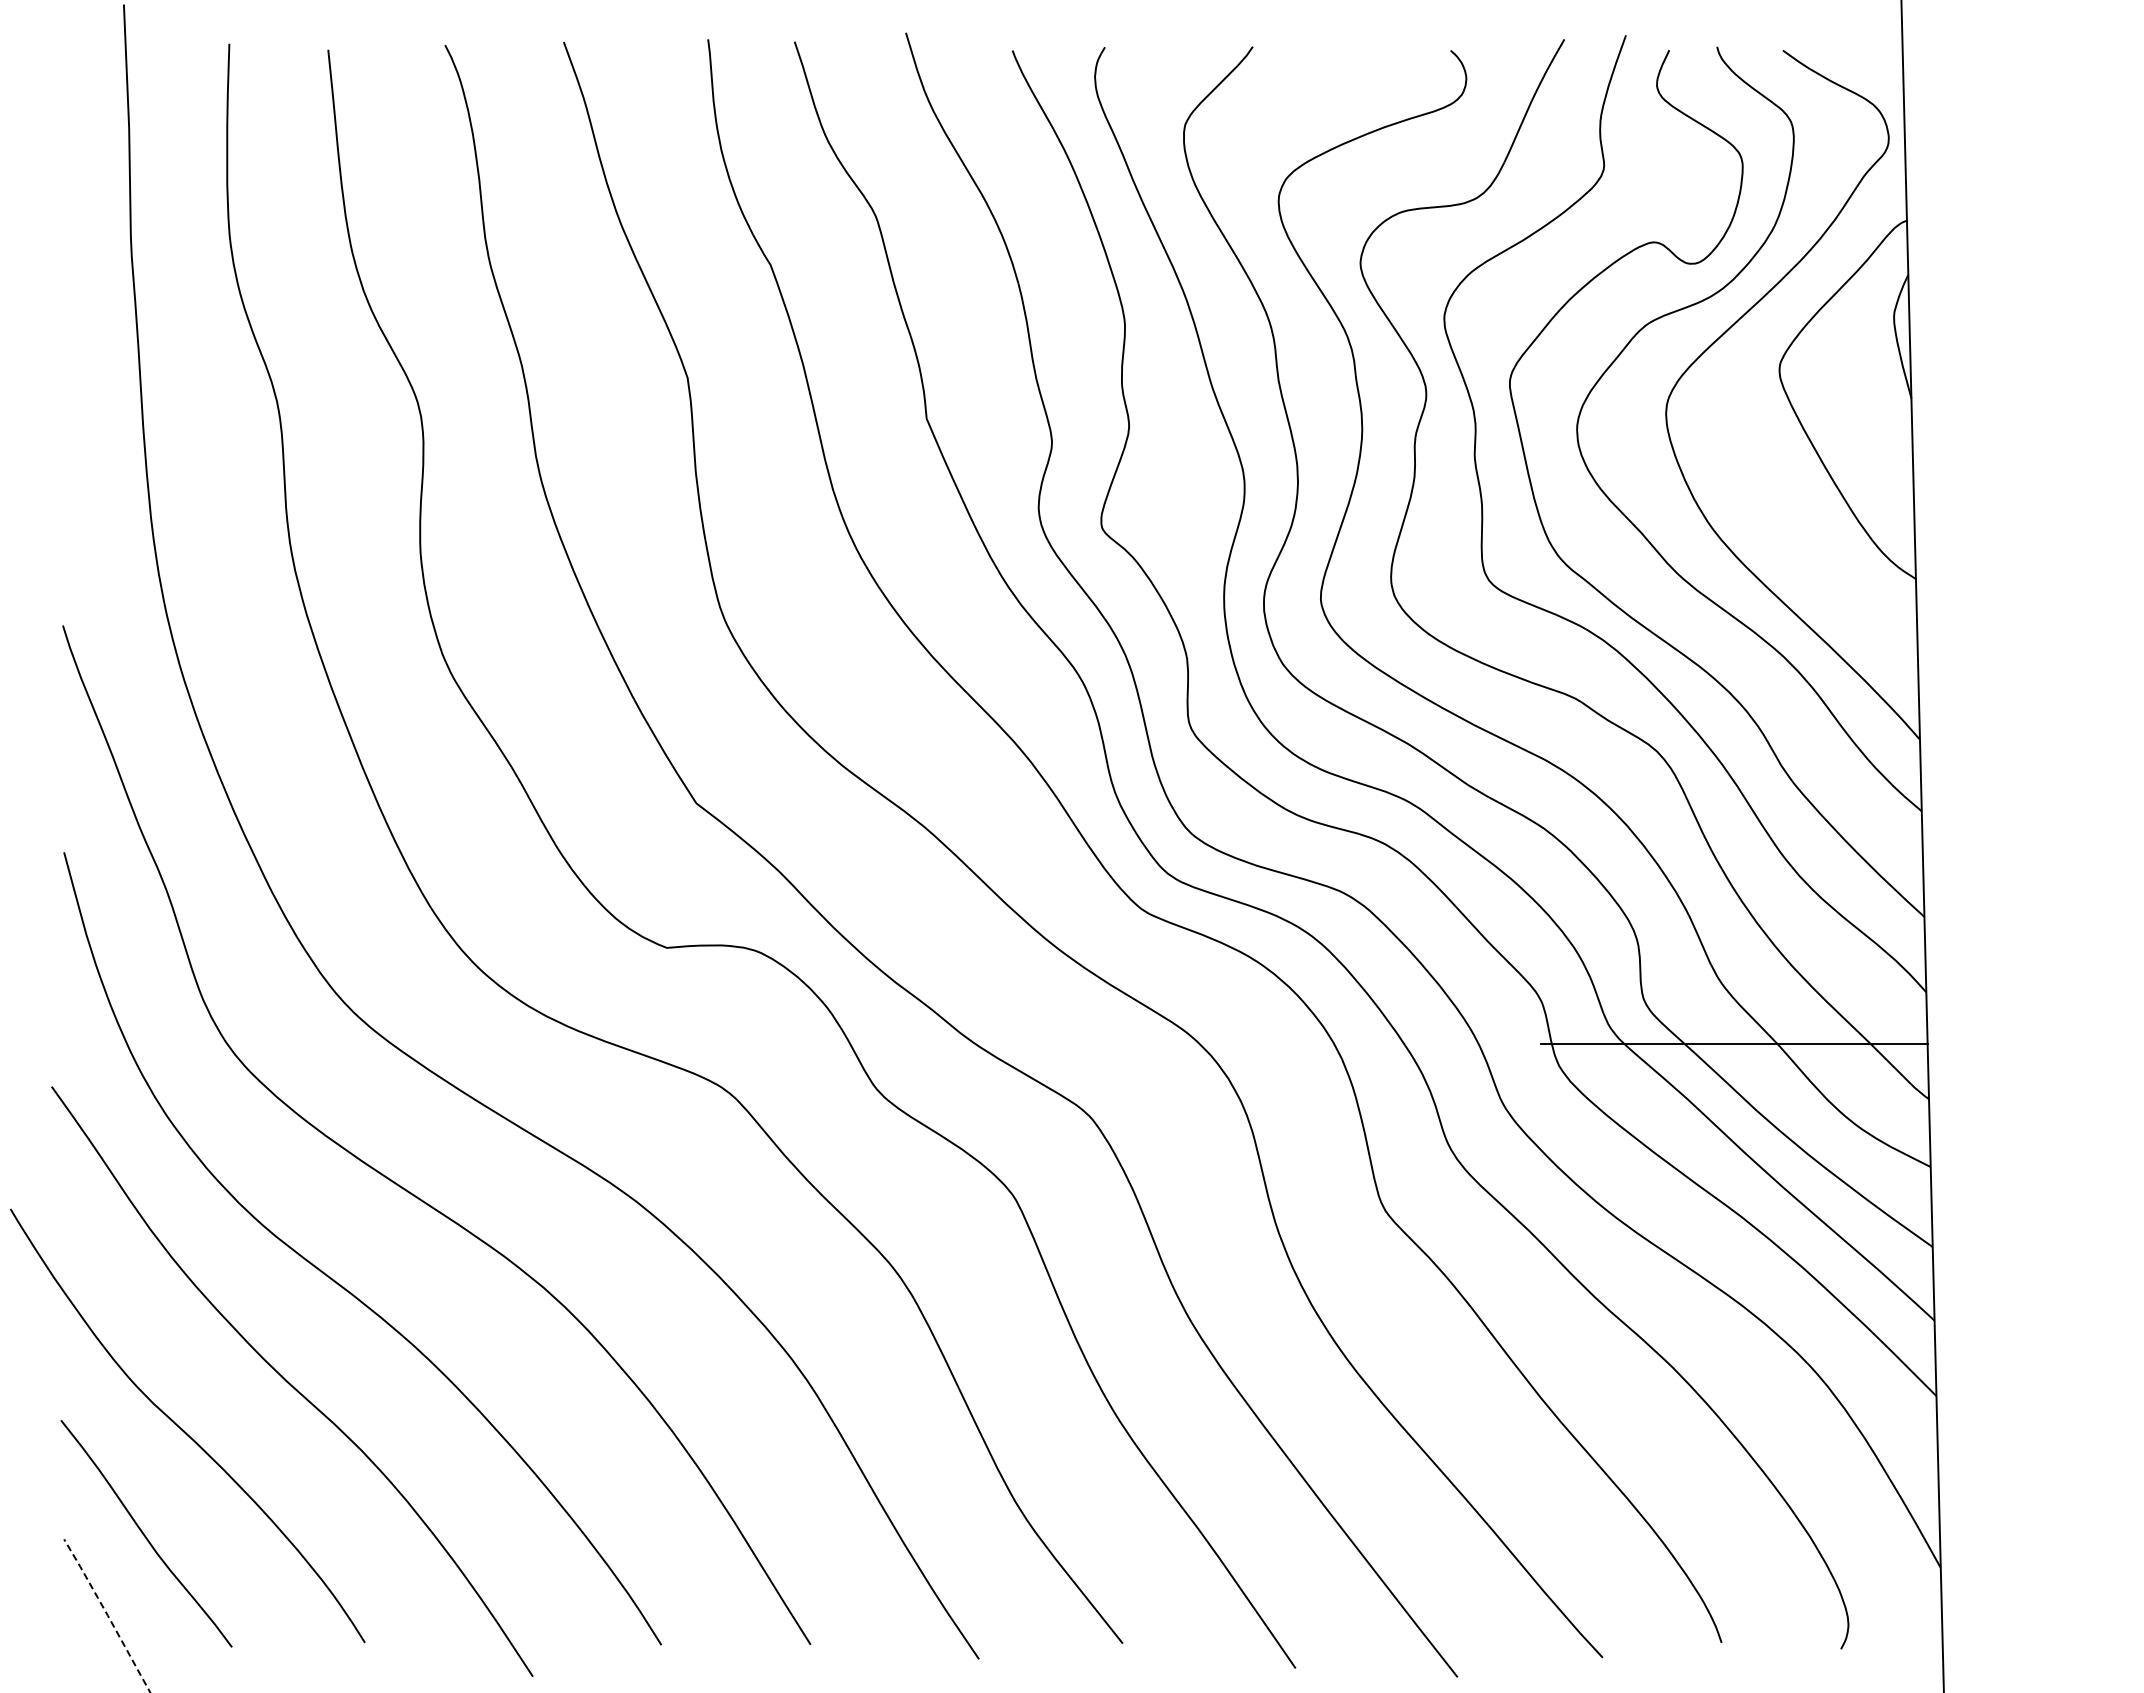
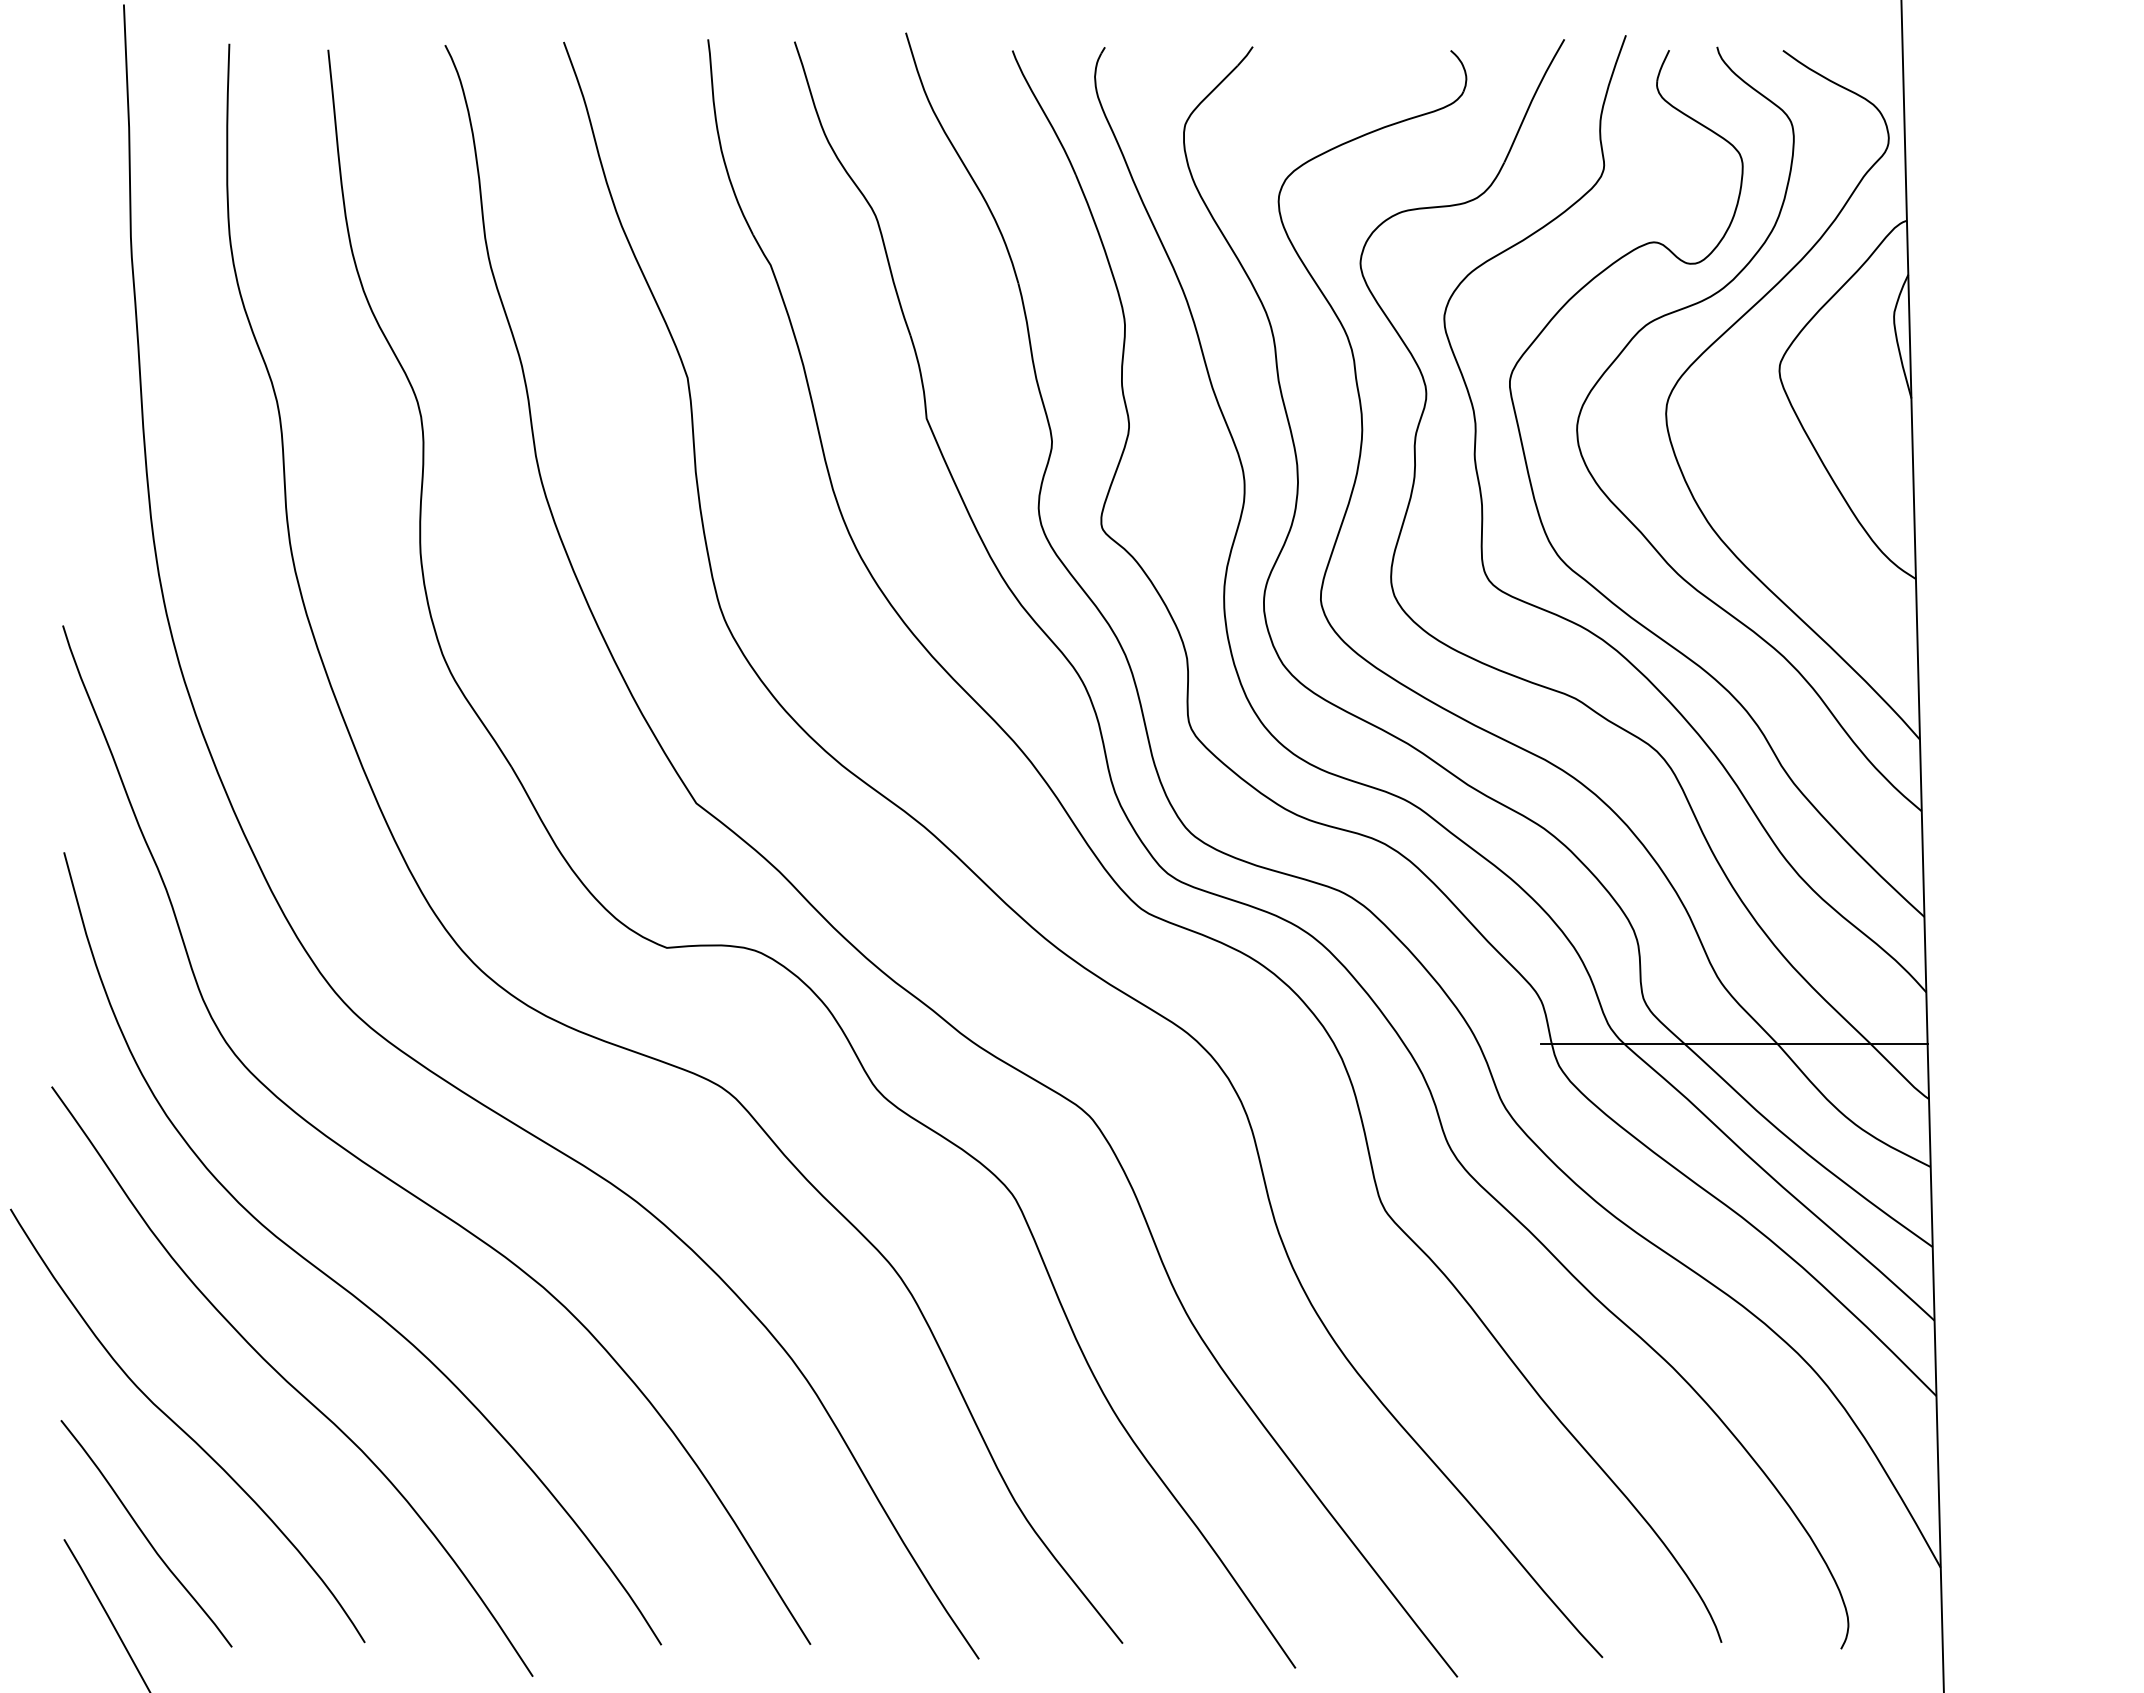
line at (107, 1615): dashed -> solid
